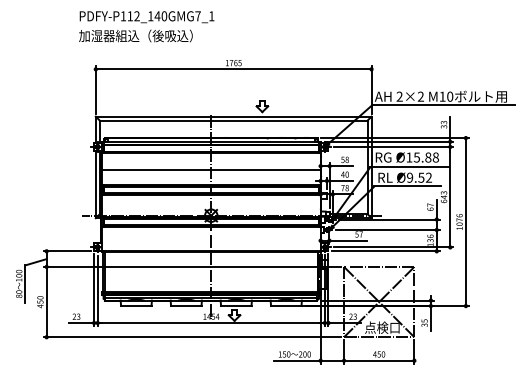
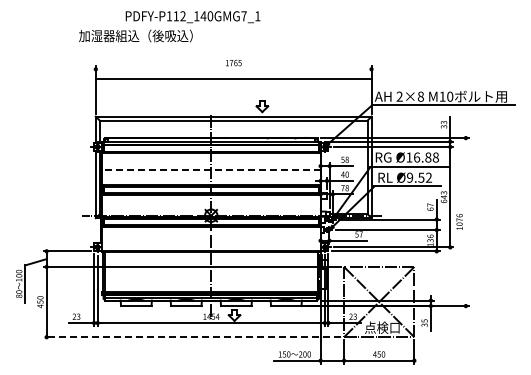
text at (146, 17) position: (146, 17) -> (192, 17)
line at (233, 69) position: (233, 69) -> (233, 79)
text at (420, 96): 2×2 -> 2×8
text at (416, 157): Ø15.88 -> Ø16.88
line at (210, 169): solid -> dashed
line at (465, 222): present -> none
line at (192, 337): solid -> dashed
